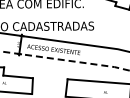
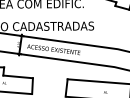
line at (65, 60): dashed -> solid
